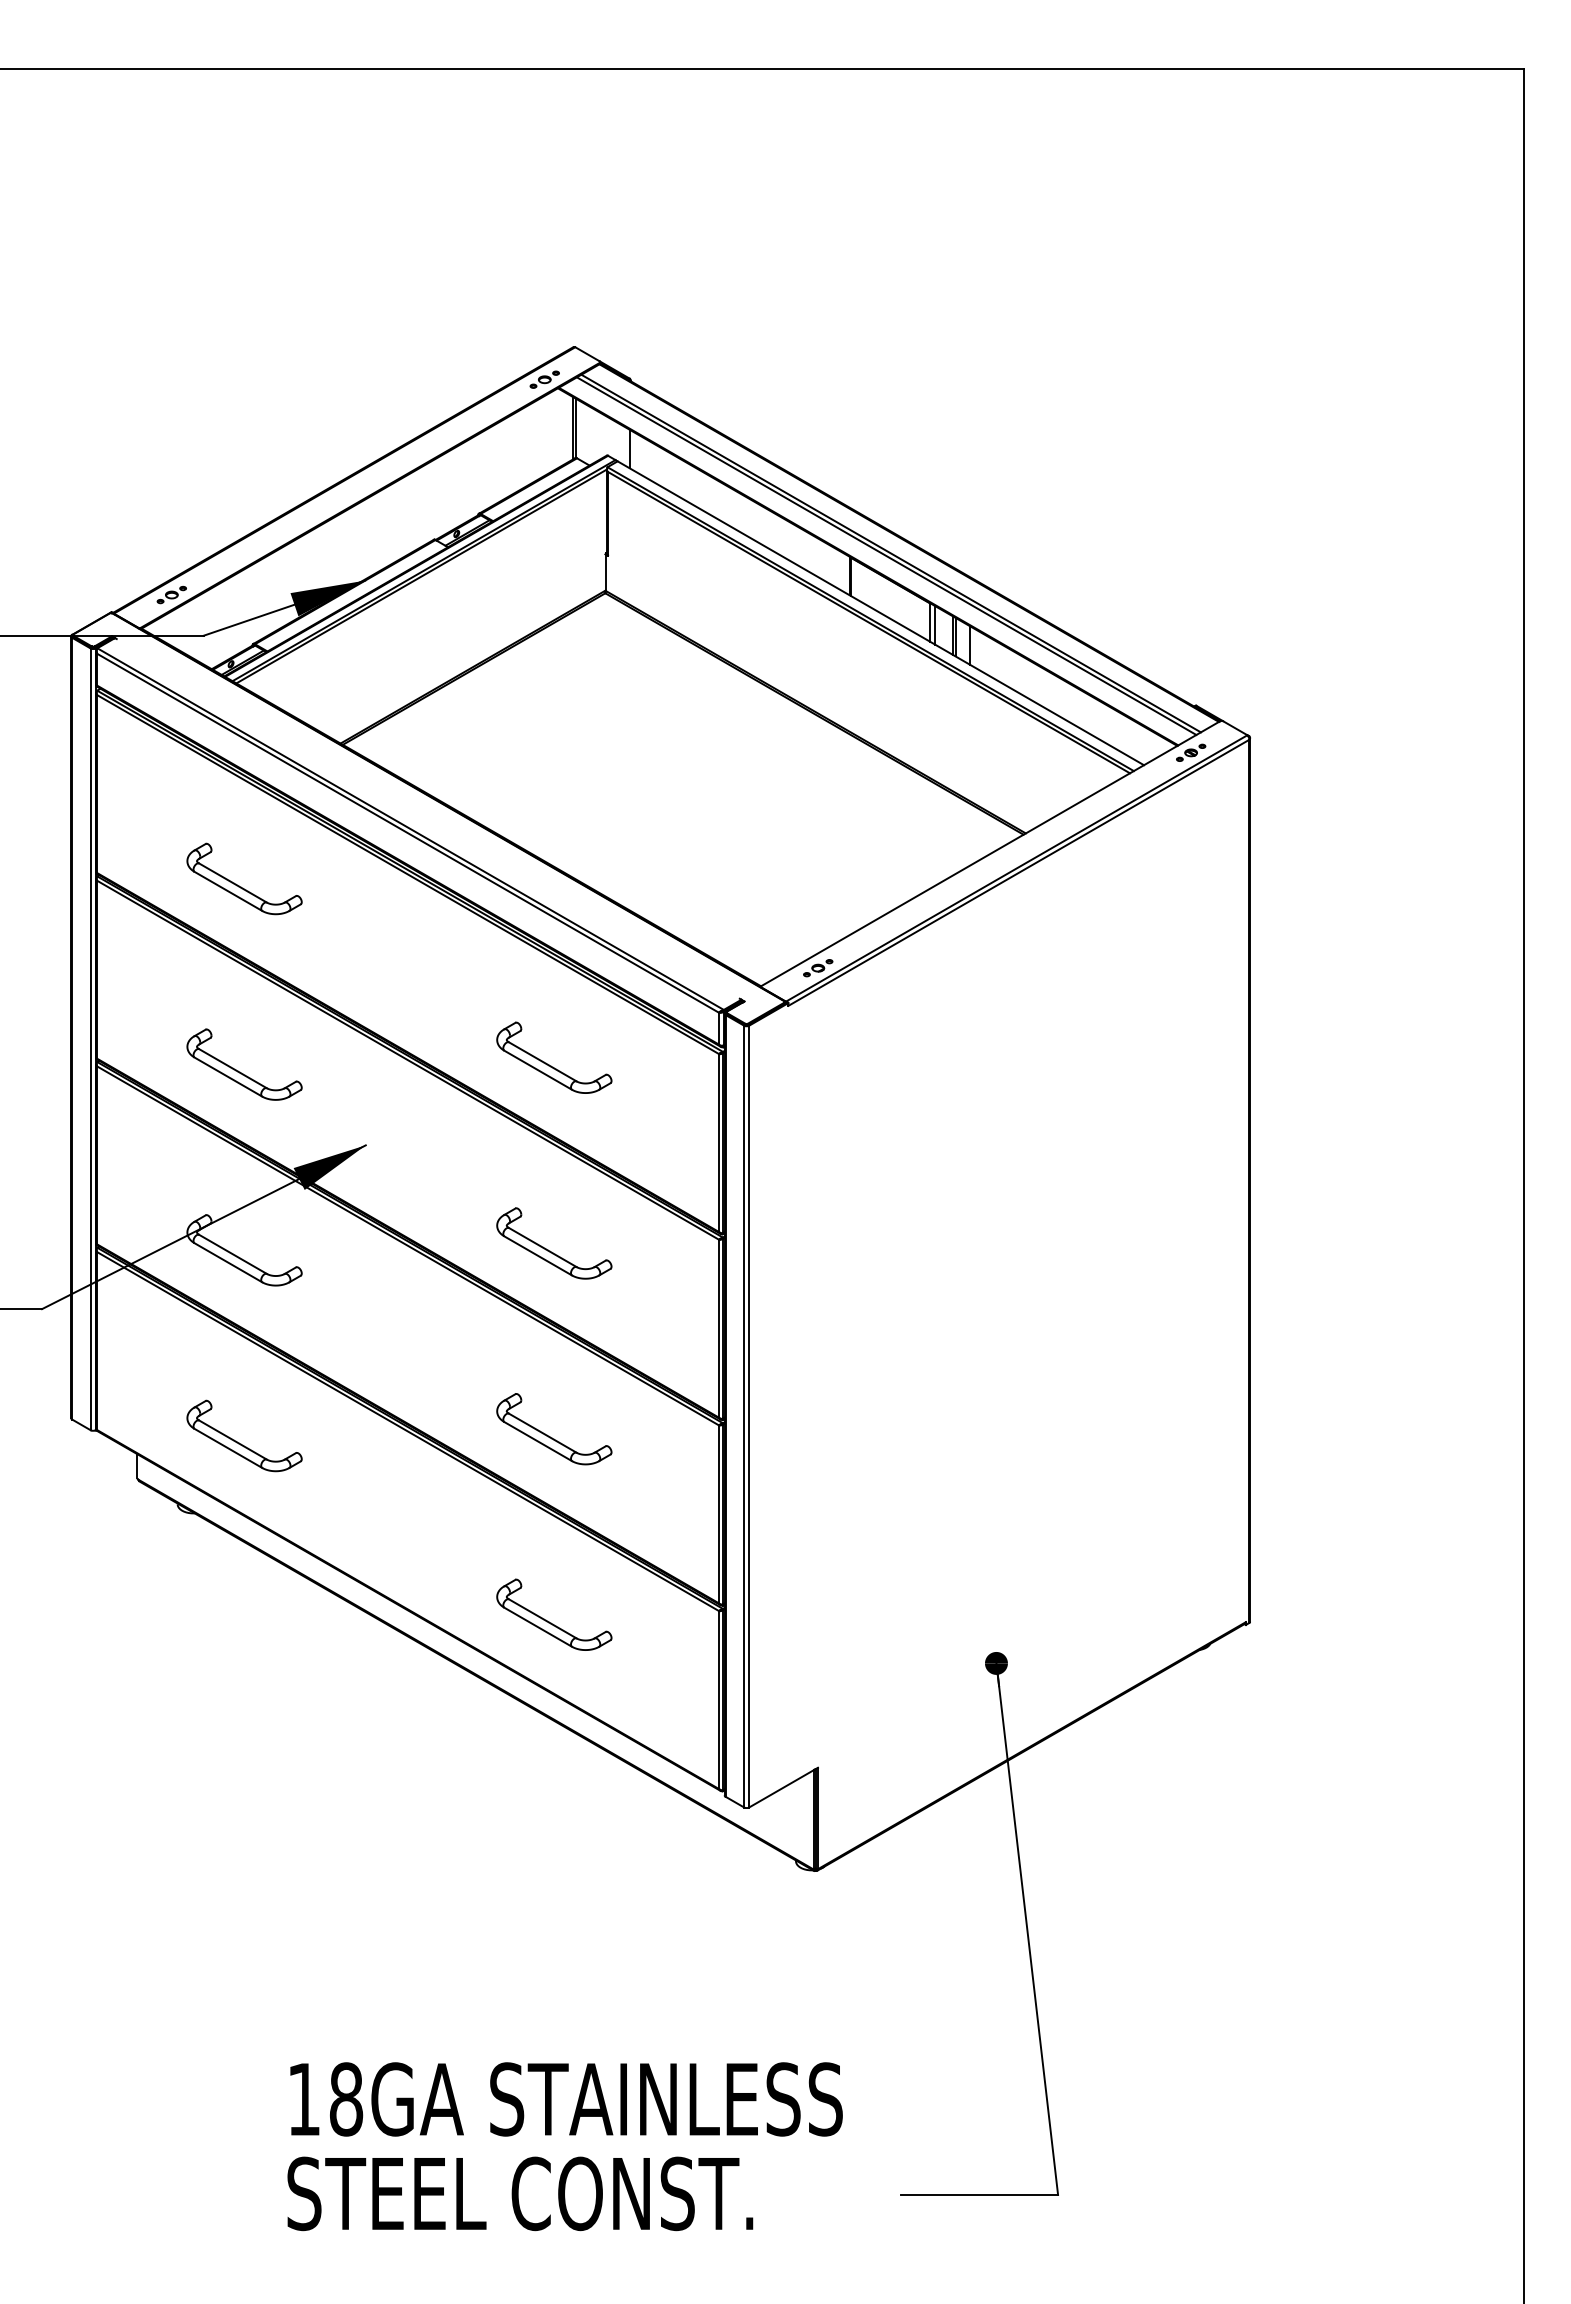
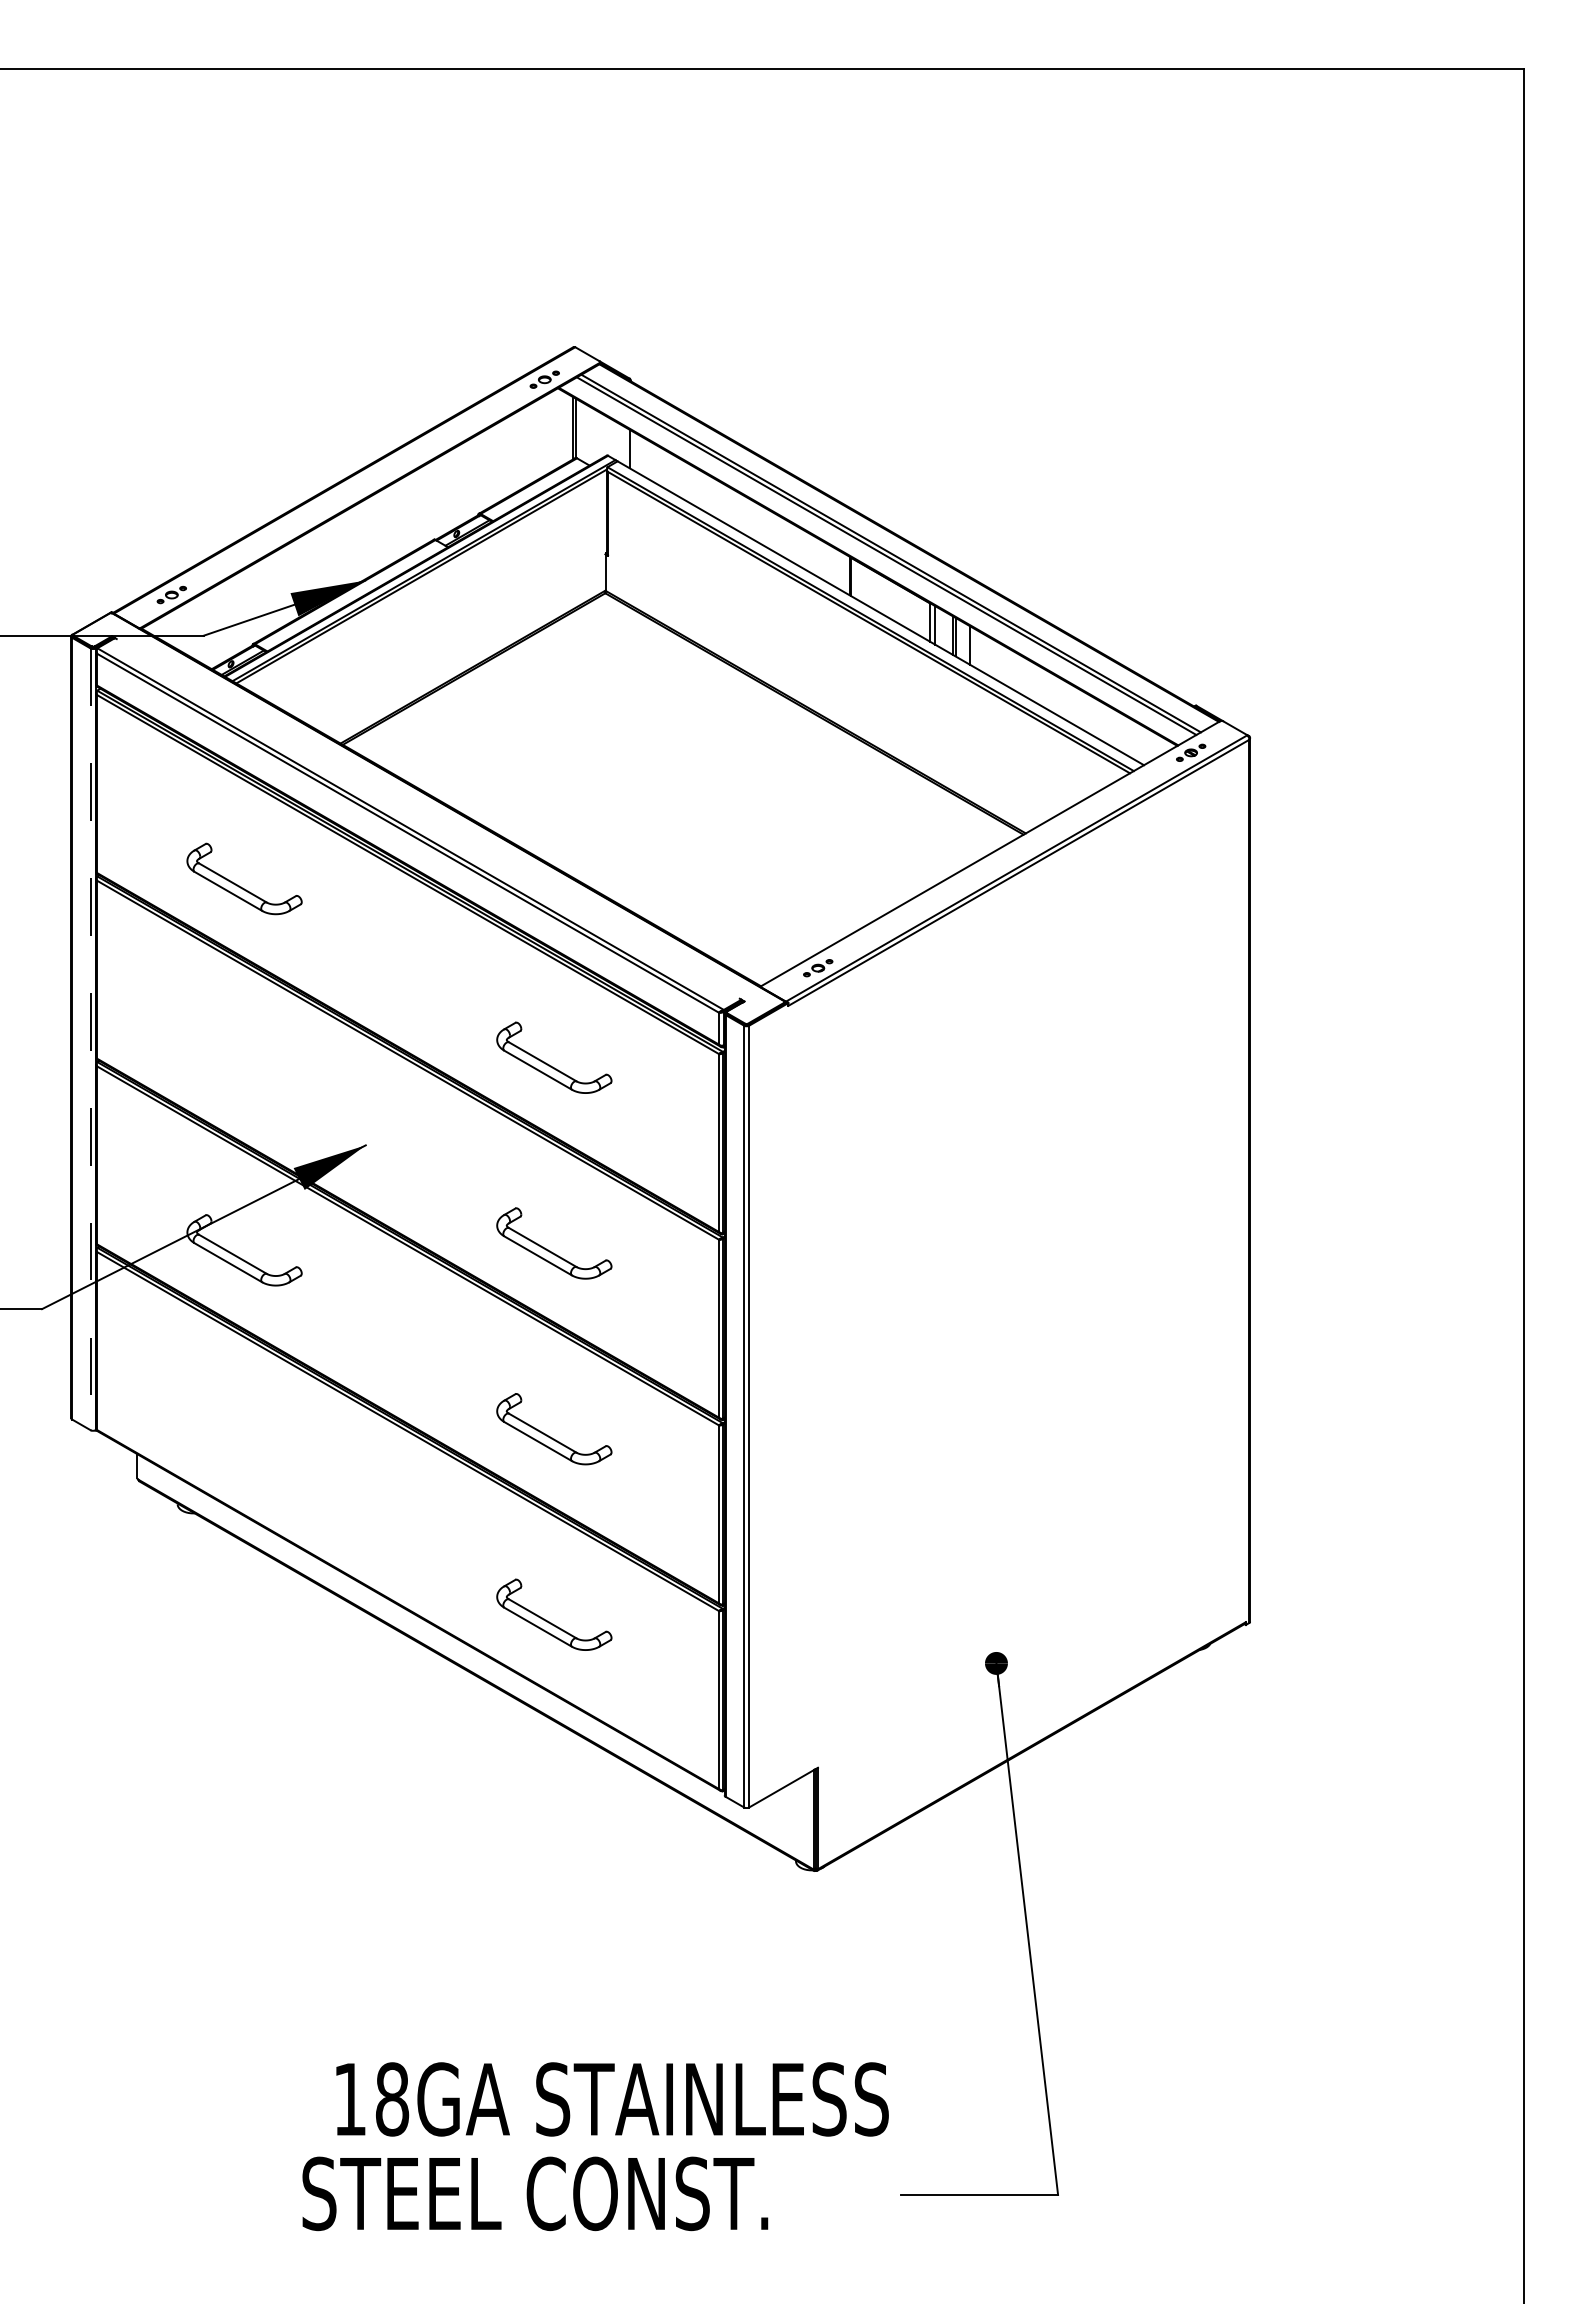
line at (90, 1039): solid -> dashed
part at (240, 1071): present -> none
part at (241, 1443): present -> none
text at (566, 2099) position: (566, 2099) -> (612, 2099)
text at (520, 2193) position: (520, 2193) -> (535, 2193)
